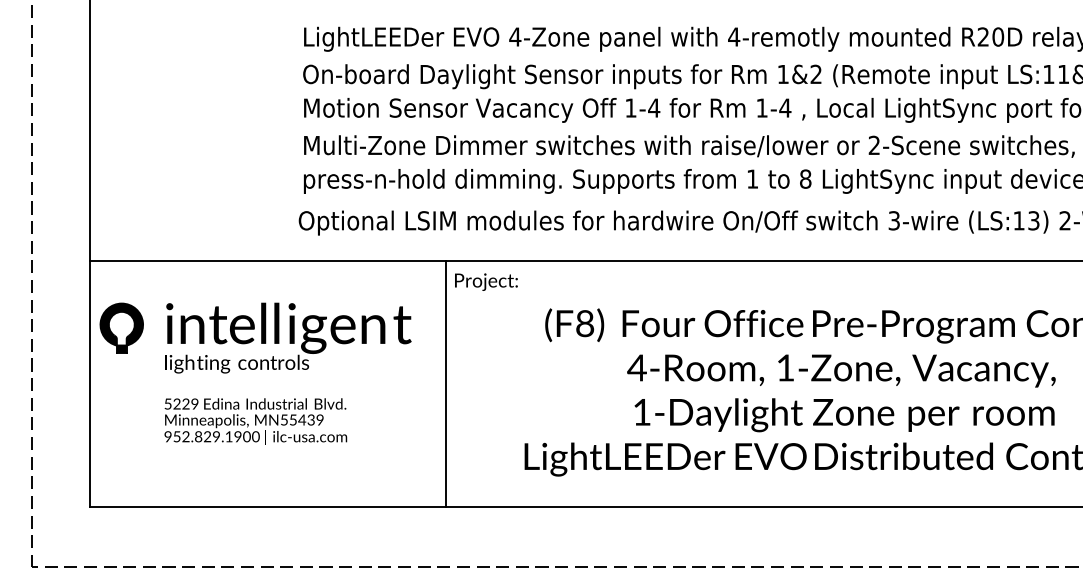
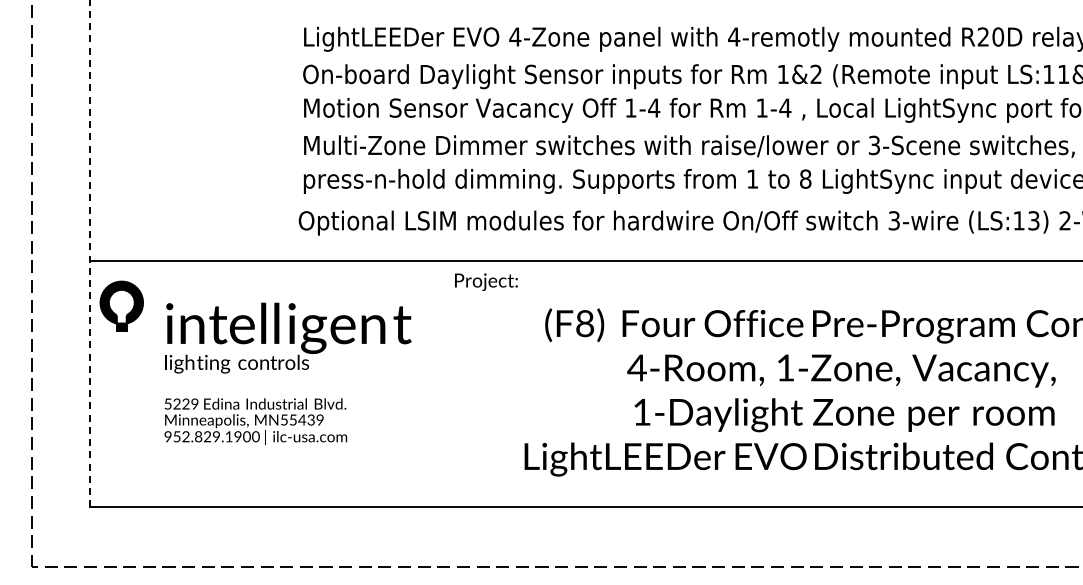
text at (873, 145): 2-Scene -> 3-Scene
line at (90, 253): solid -> dashed
part at (121, 327) position: (121, 327) -> (121, 305)
line at (446, 384): present -> none
